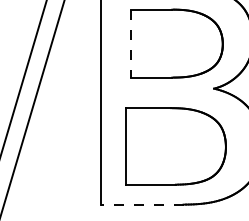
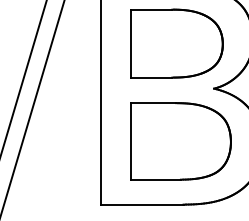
line at (131, 43): dashed -> solid
part at (175, 146) position: (175, 146) -> (180, 141)
line at (141, 204): dashed -> solid
